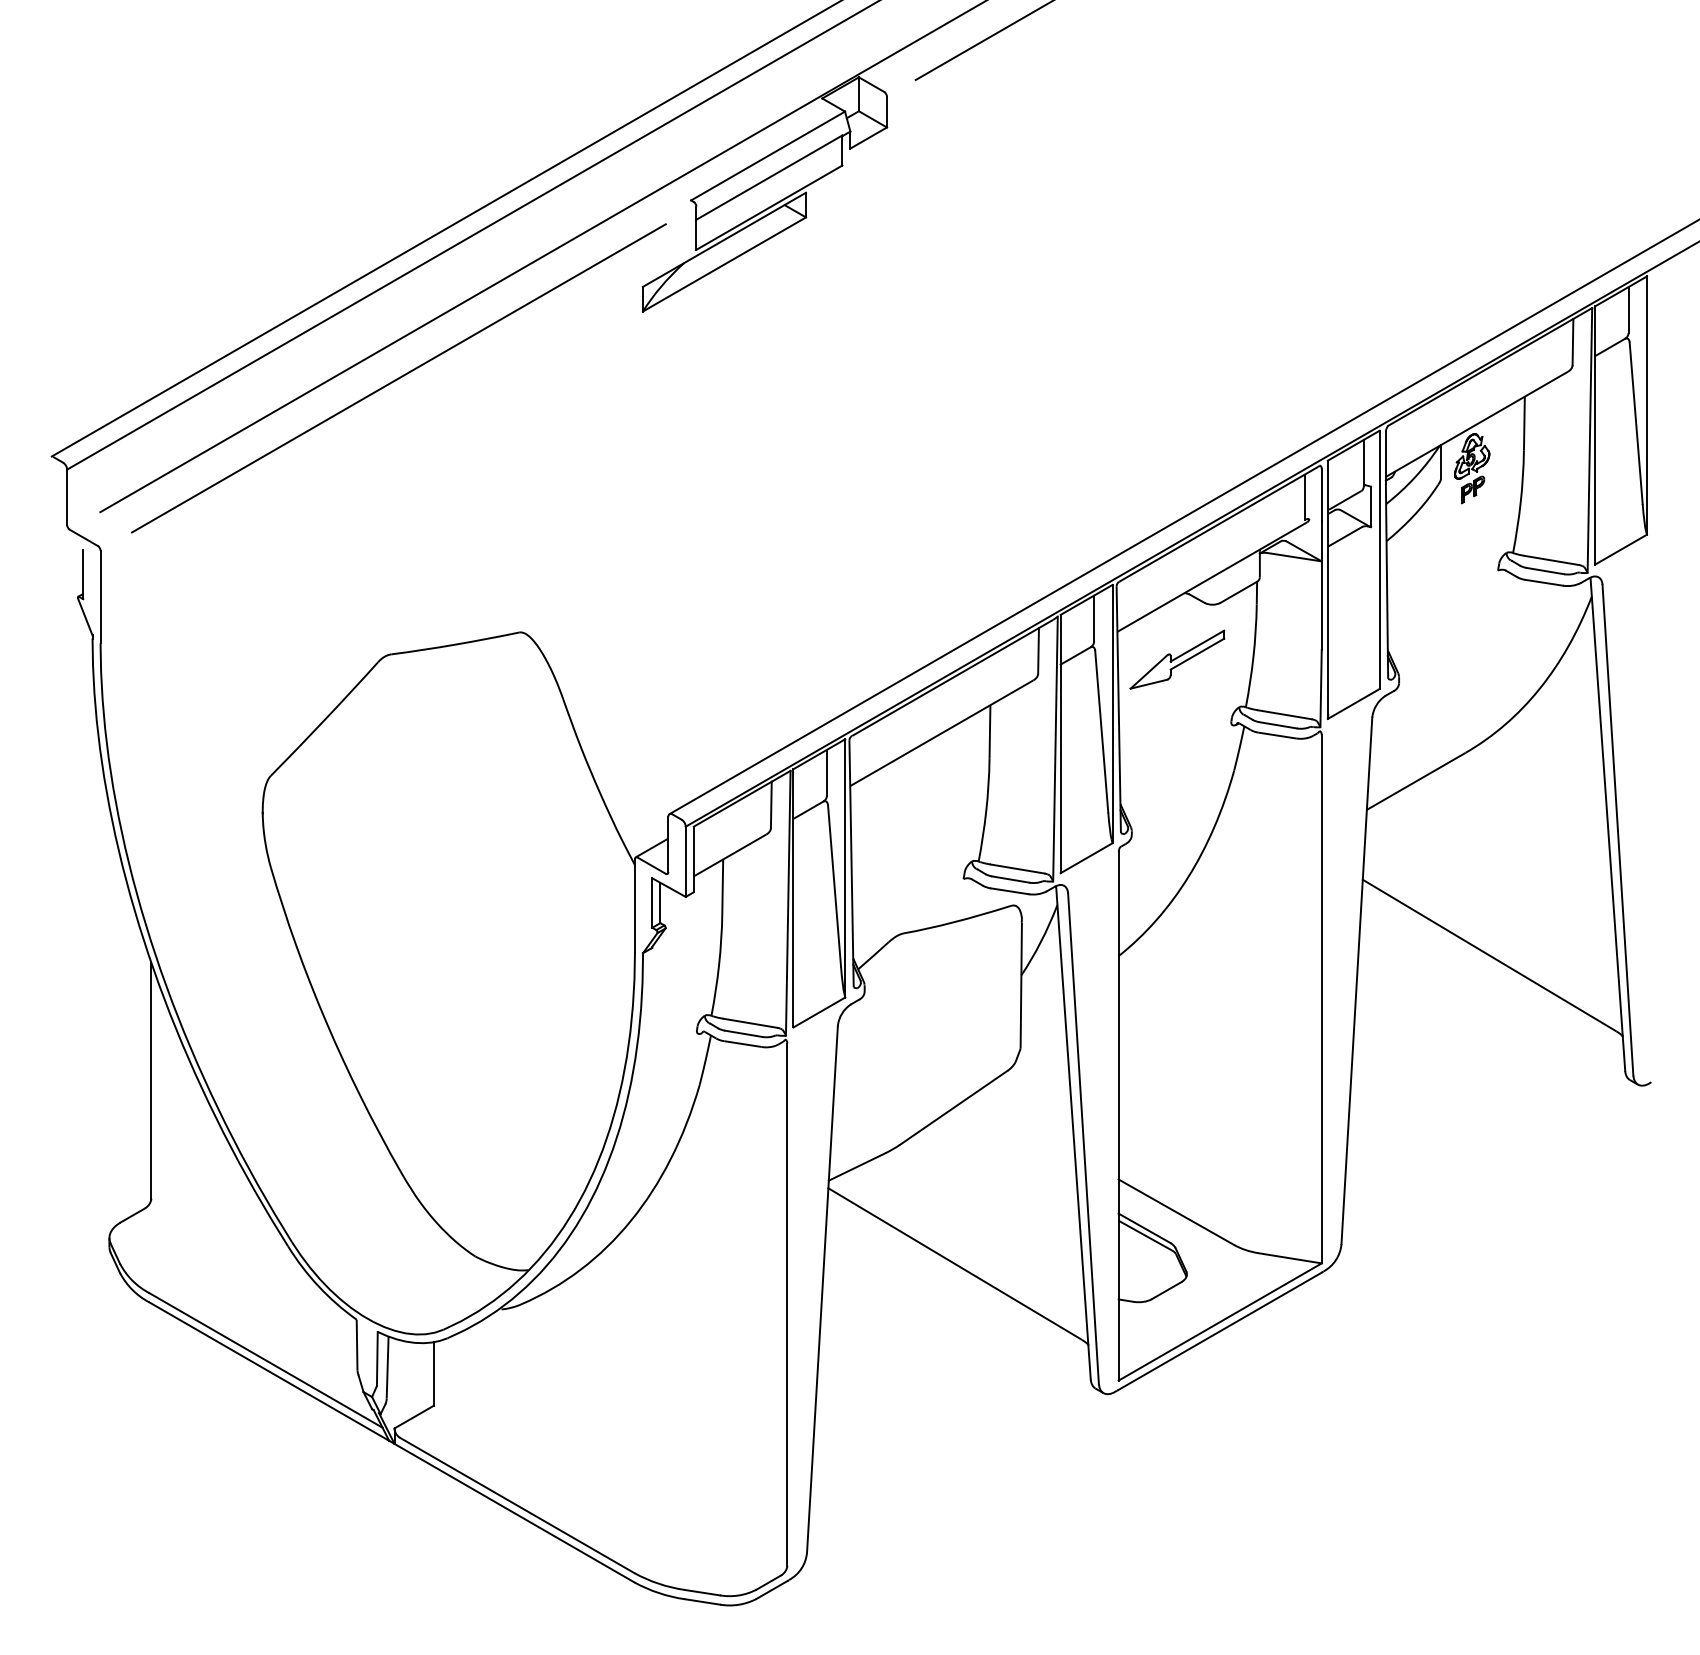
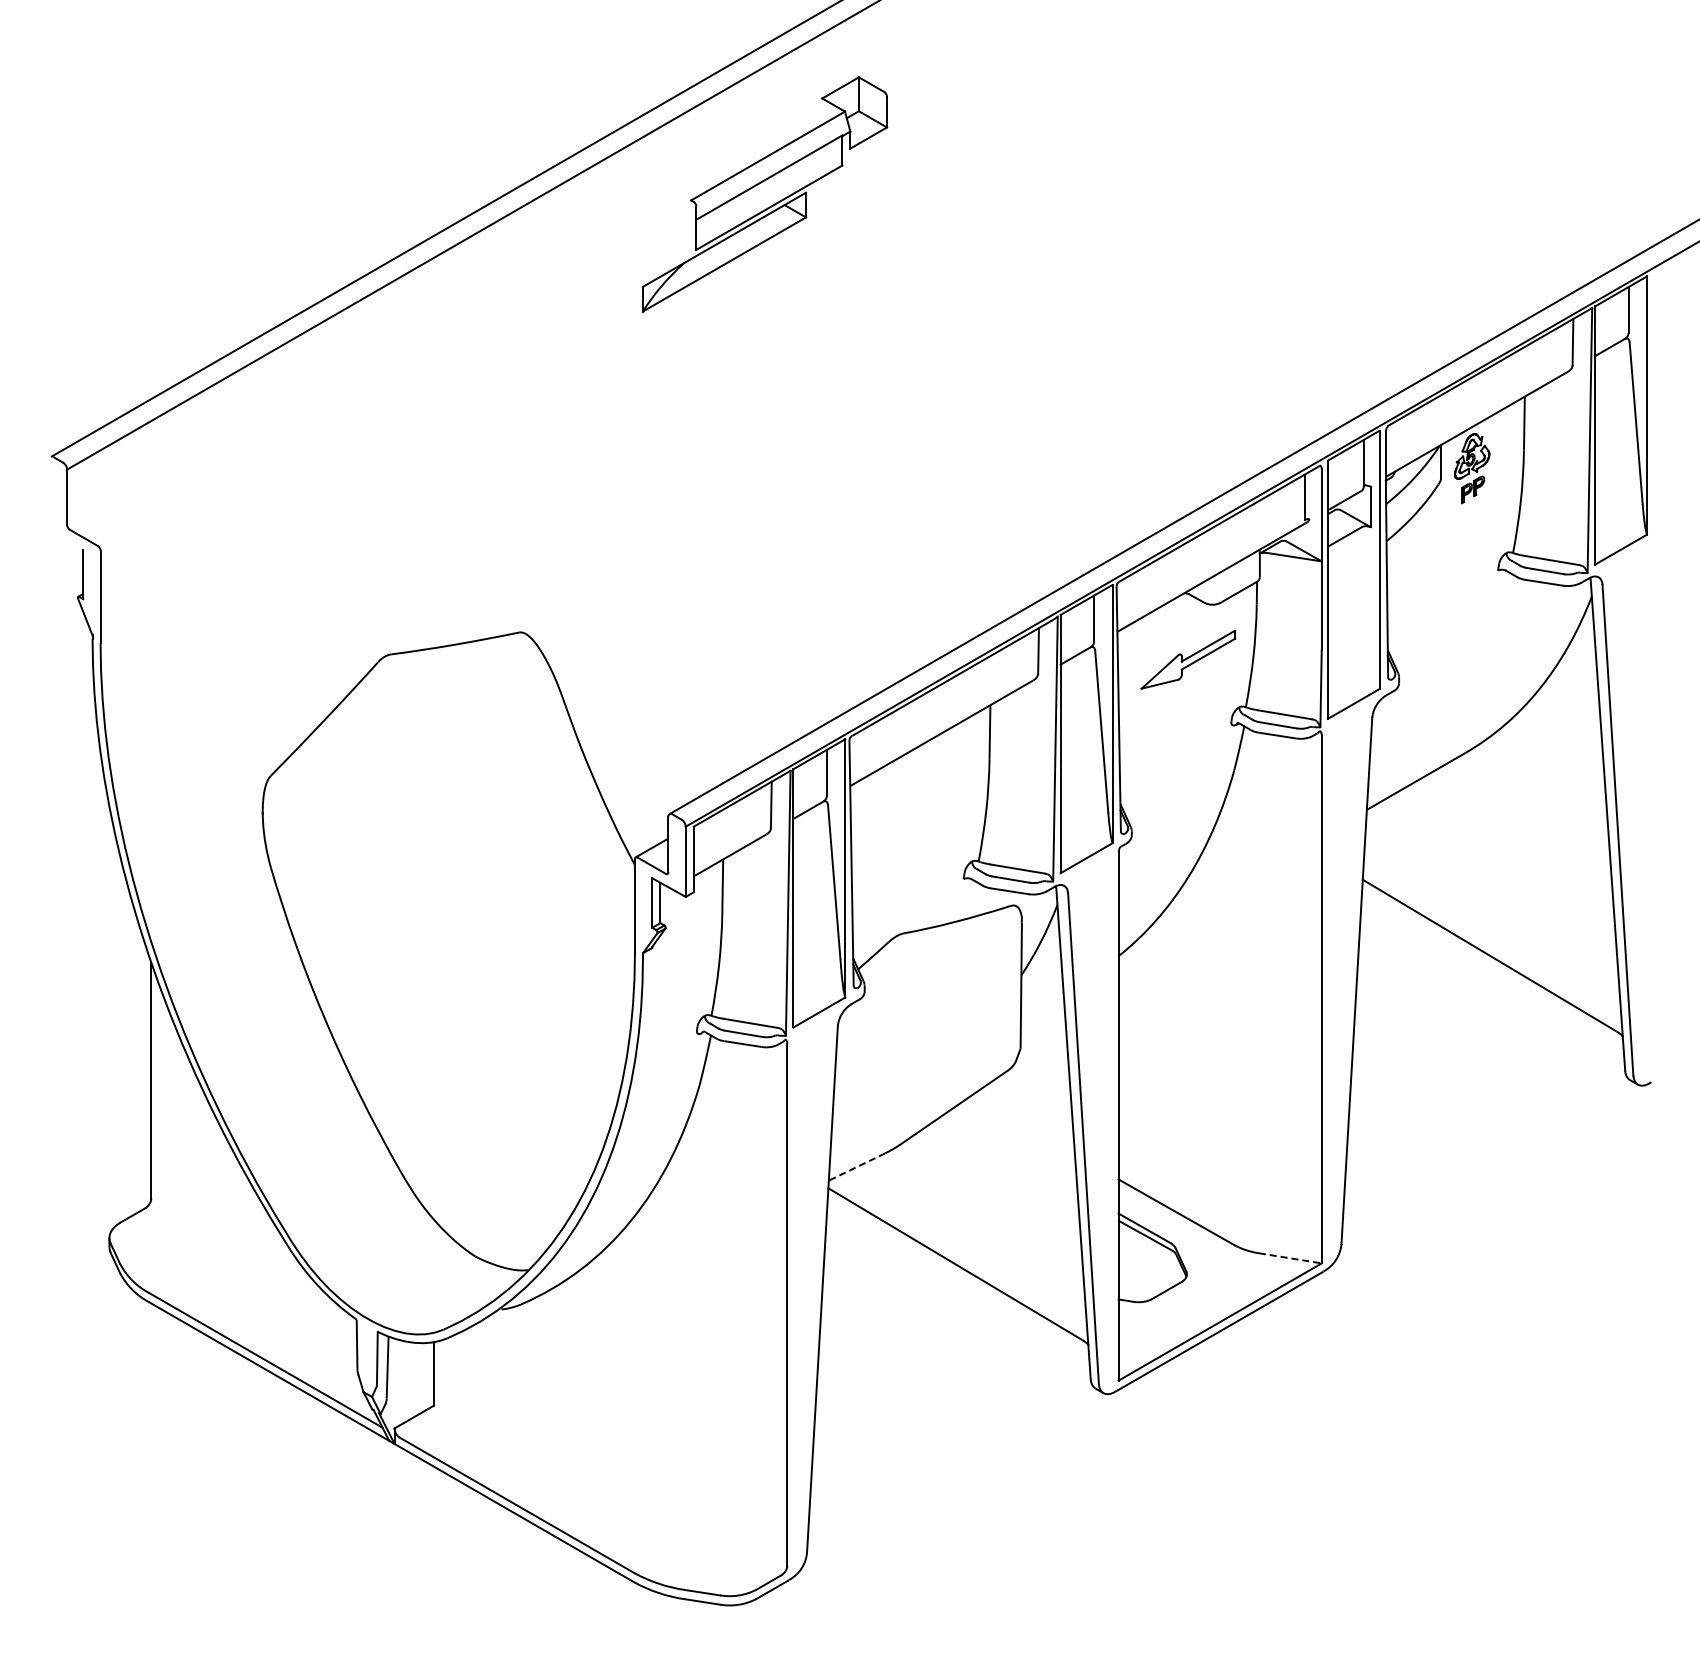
line at (982, 41): present -> none
line at (541, 257): present -> none
line at (398, 378): present -> none
part at (1177, 659) position: (1177, 659) -> (1188, 659)
line at (856, 1167): solid -> dashed
line at (1290, 1258): solid -> dashed
